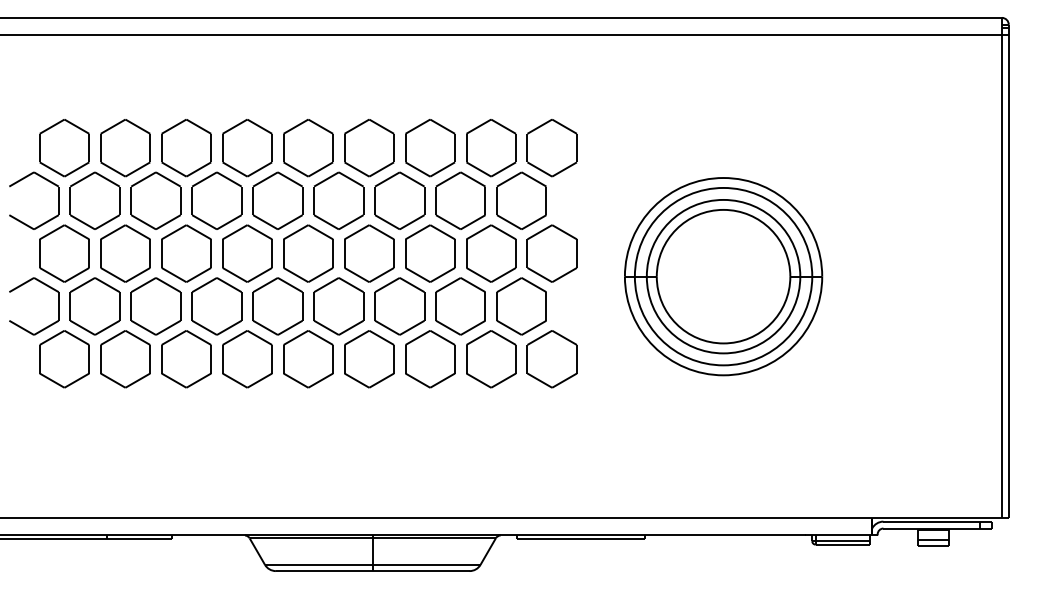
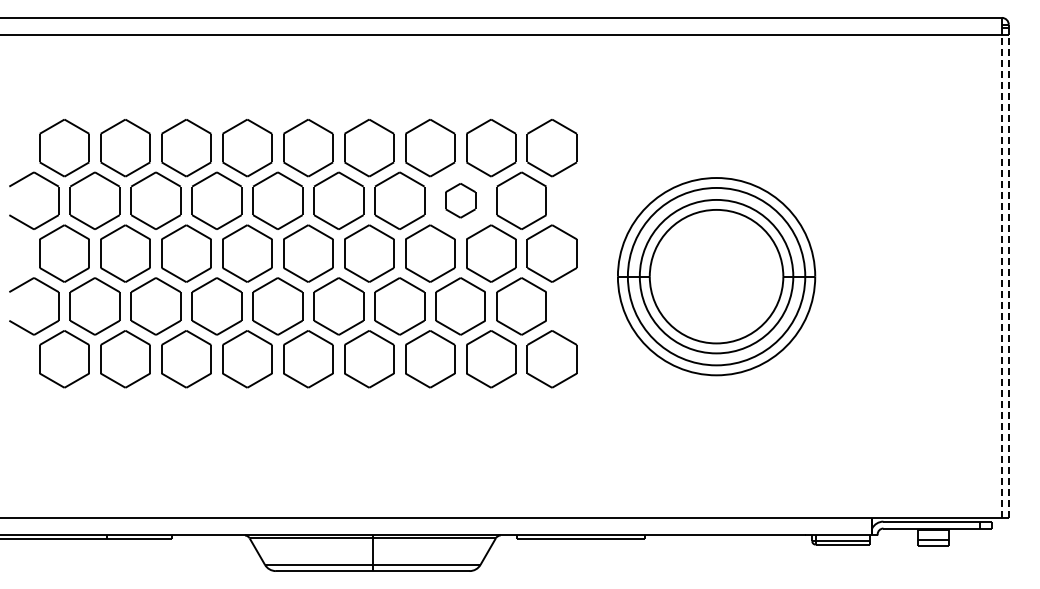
part at (460, 200) size: 51x59 px -> 32x36 px
part at (723, 276) position: (723, 276) -> (716, 276)
line at (1001, 276): solid -> dashed
line at (1008, 276): solid -> dashed
